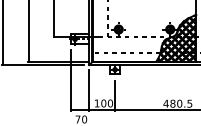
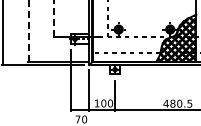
line at (54, 18): solid -> dashed
line at (28, 30): solid -> dashed
